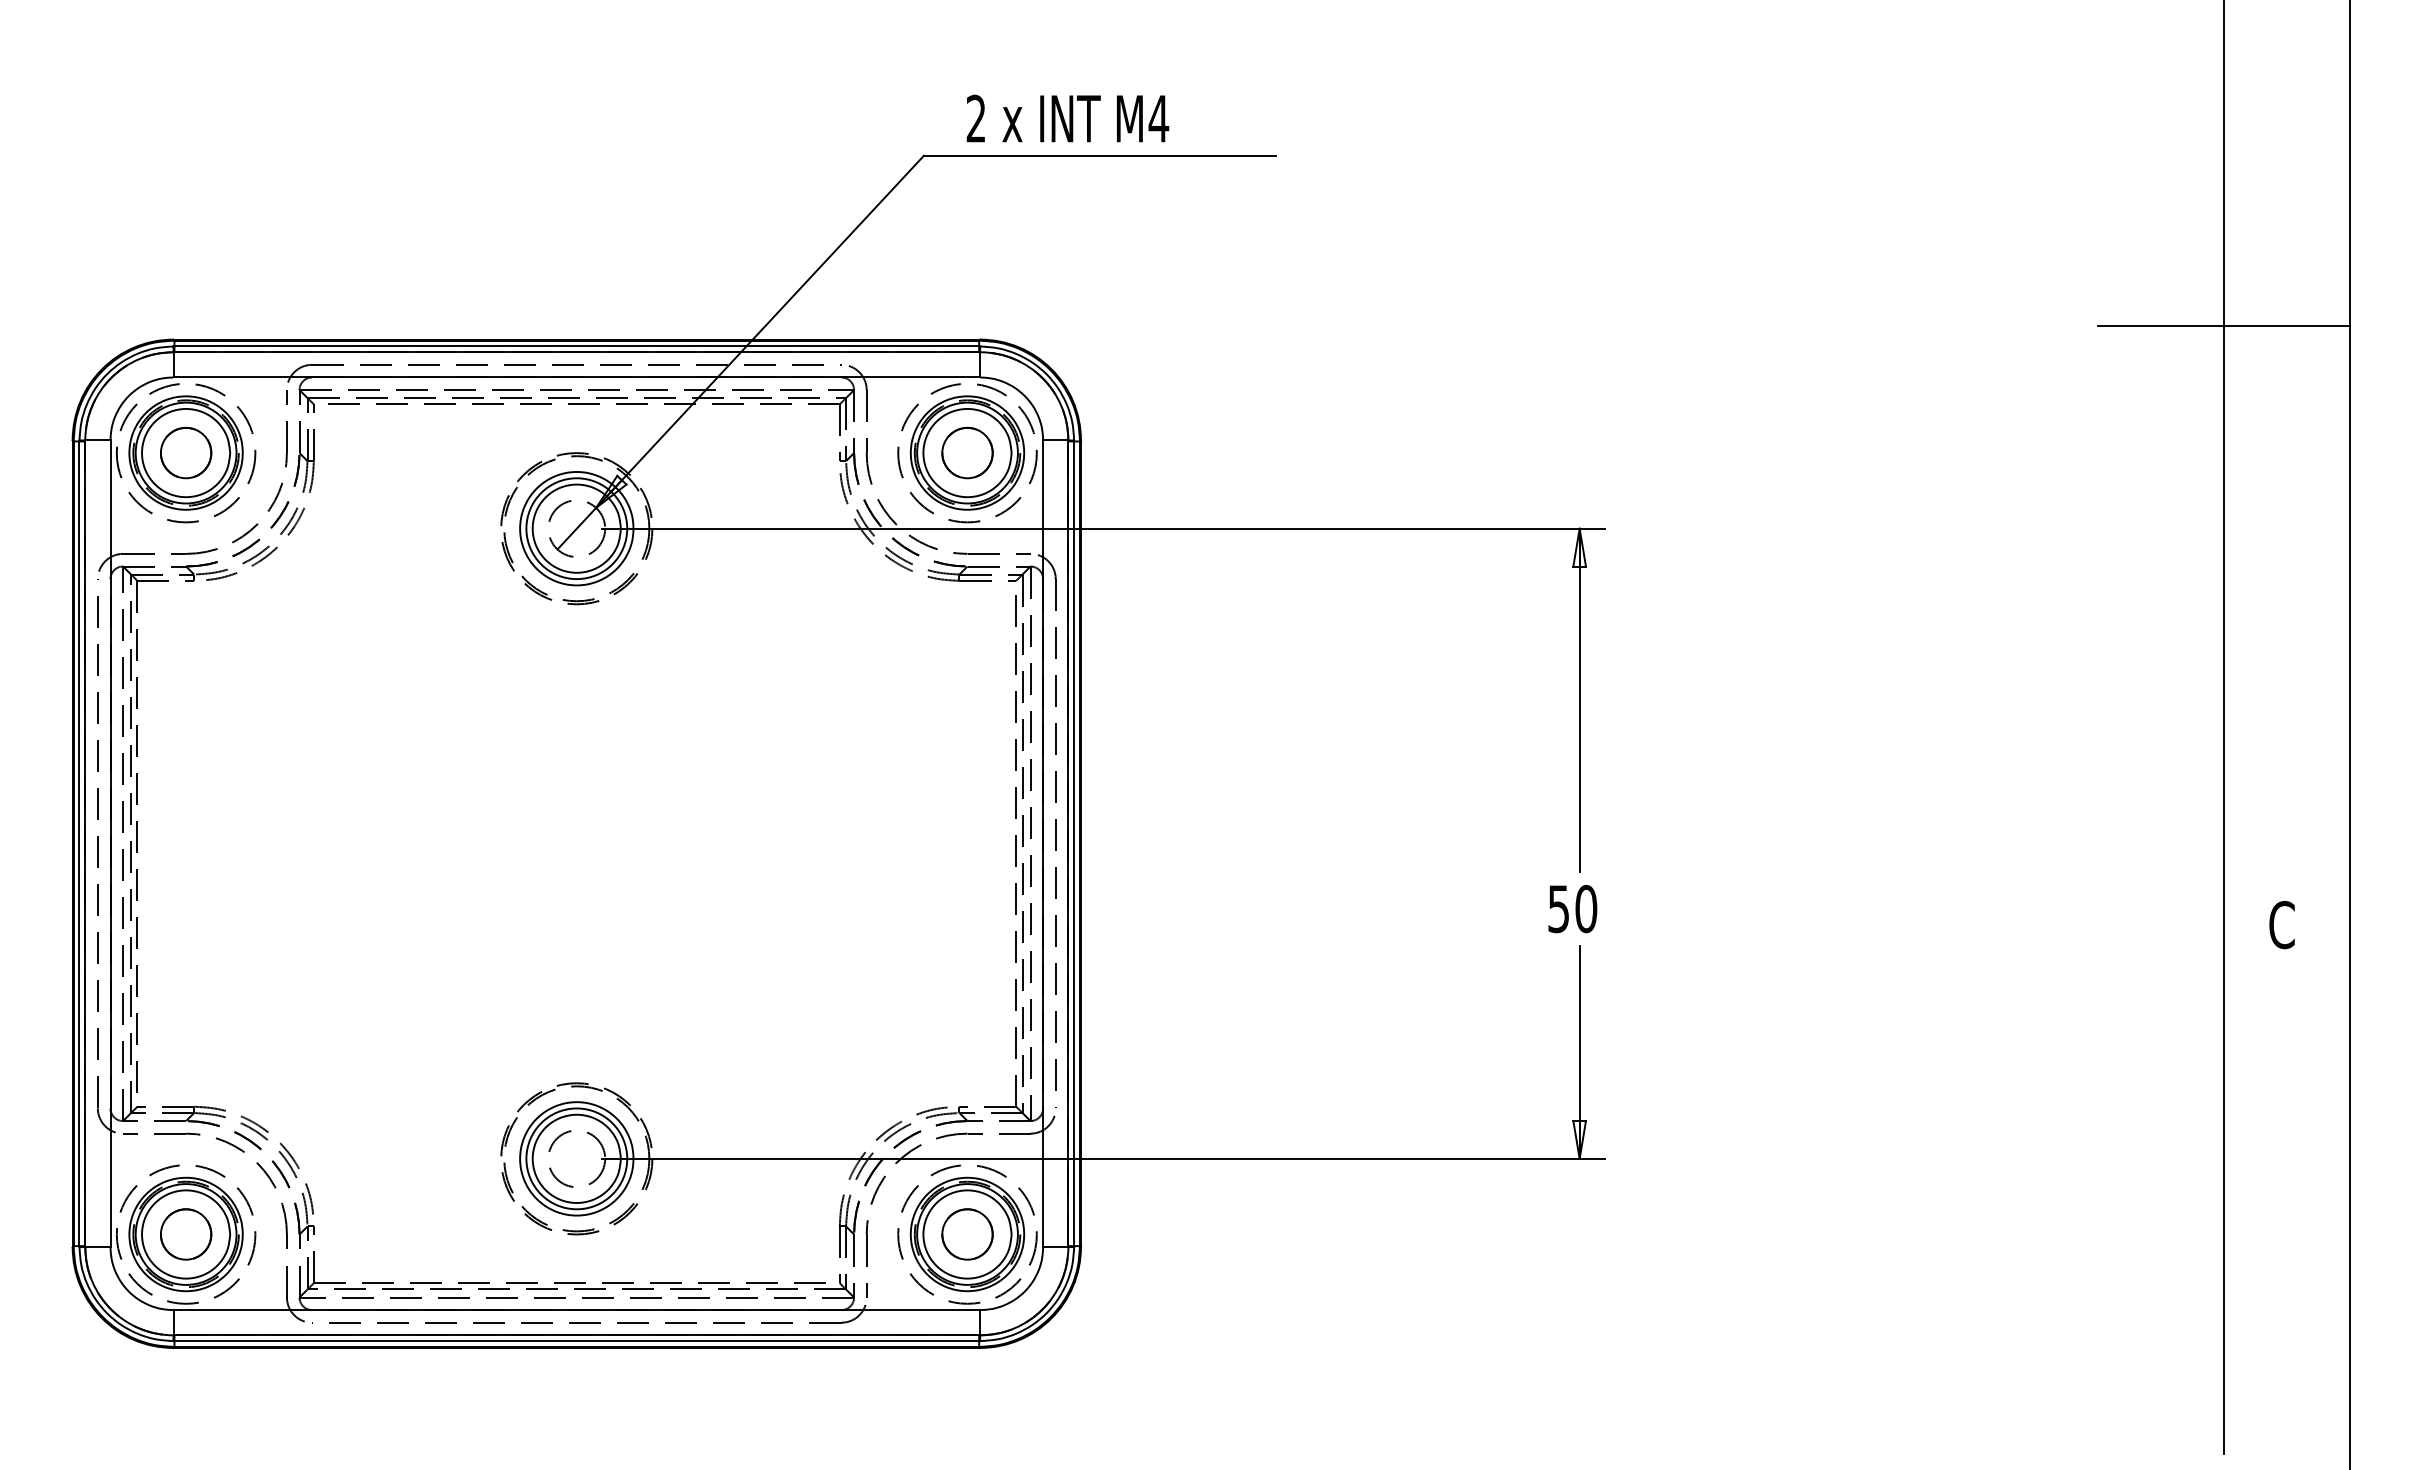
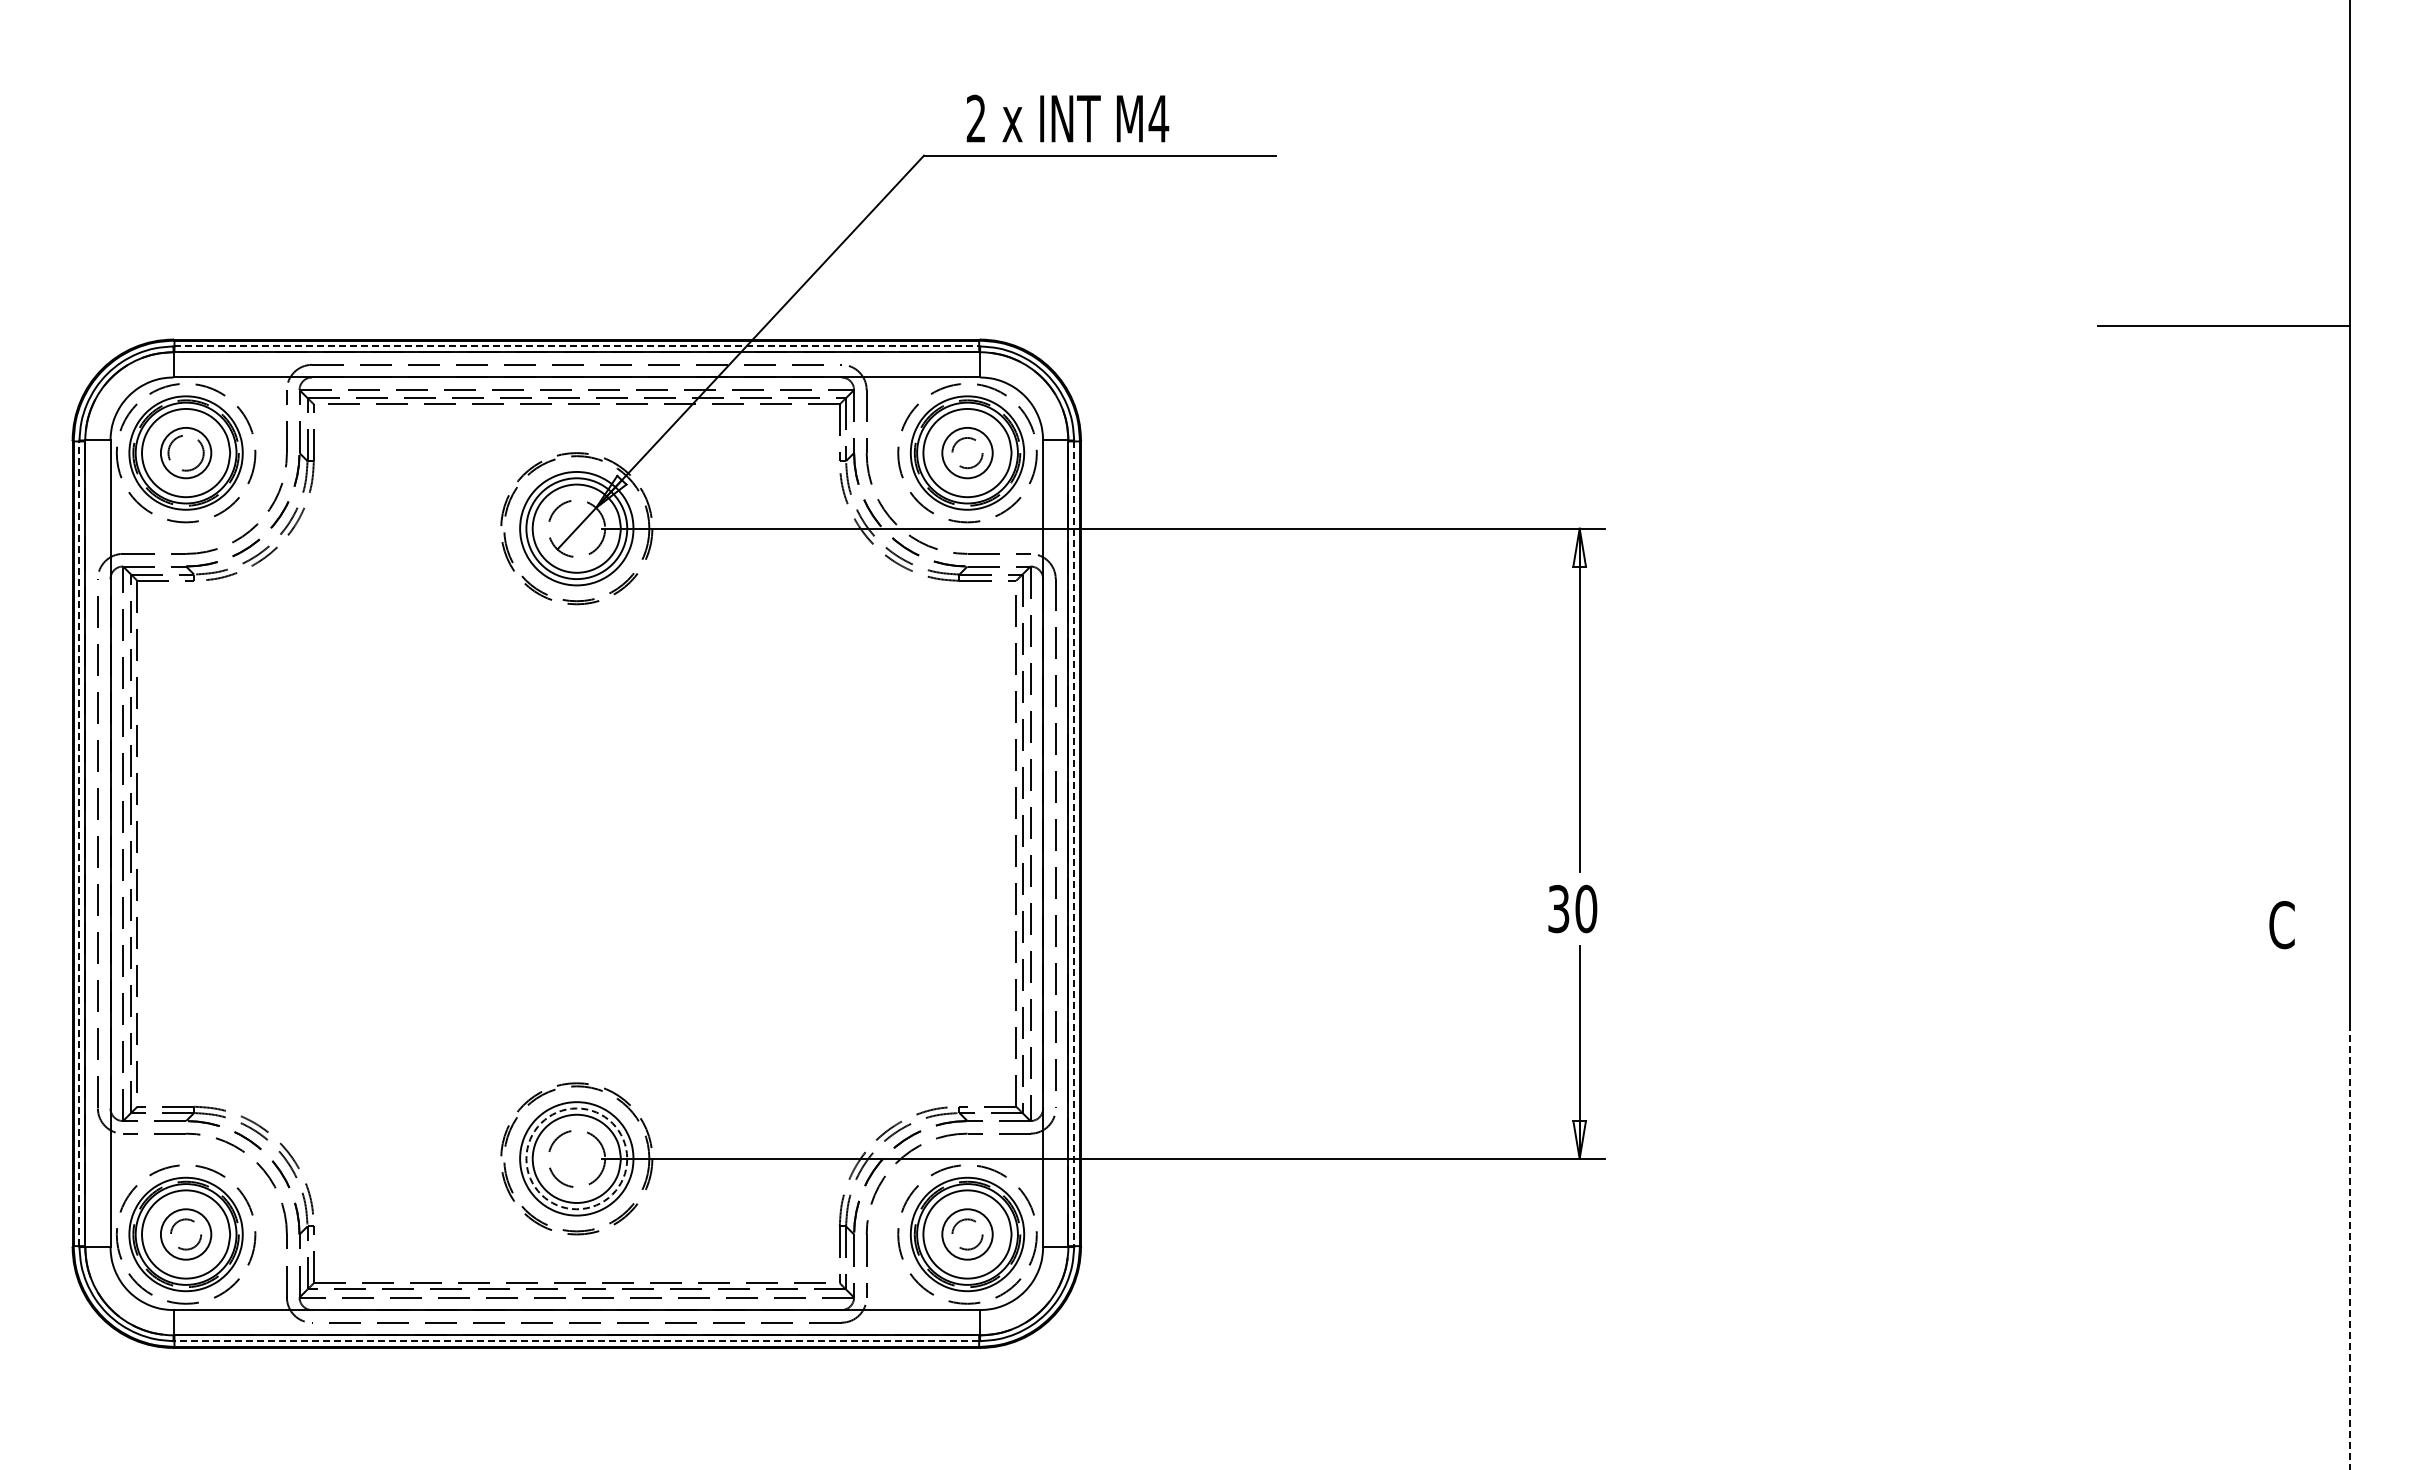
line at (577, 346): solid -> dashed
circle at (185, 452) diameter: 50 px -> 35 px
circle at (967, 452) diameter: 50 px -> 30 px
line at (2224, 727): present -> none
line at (79, 843): solid -> dashed
line at (1074, 844): solid -> dashed
text at (1558, 908): 50 -> 30
circle at (576, 1158): solid -> dashed
circle at (185, 1234) diameter: 50 px -> 30 px
circle at (967, 1234) diameter: 50 px -> 30 px
line at (2350, 1247): solid -> dashed
line at (576, 1341): solid -> dashed
